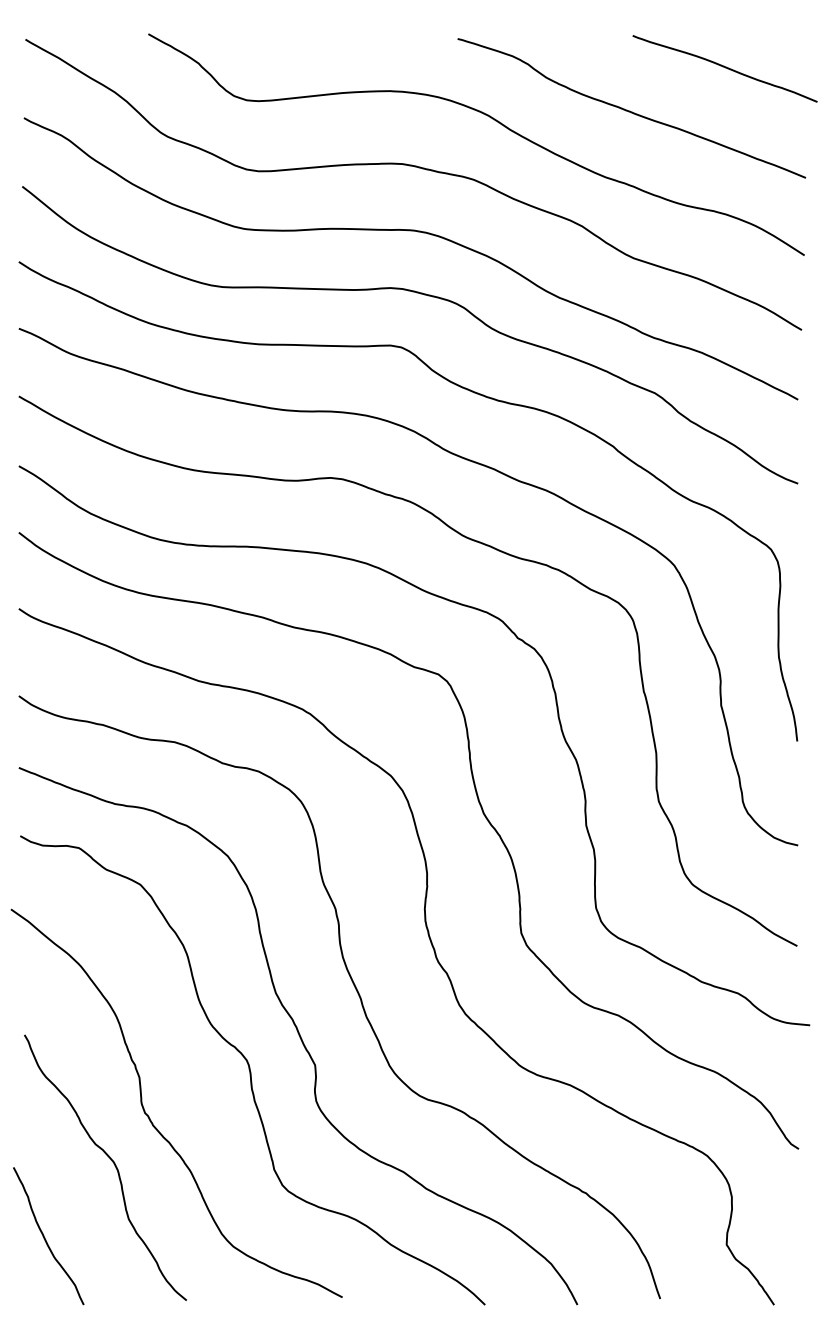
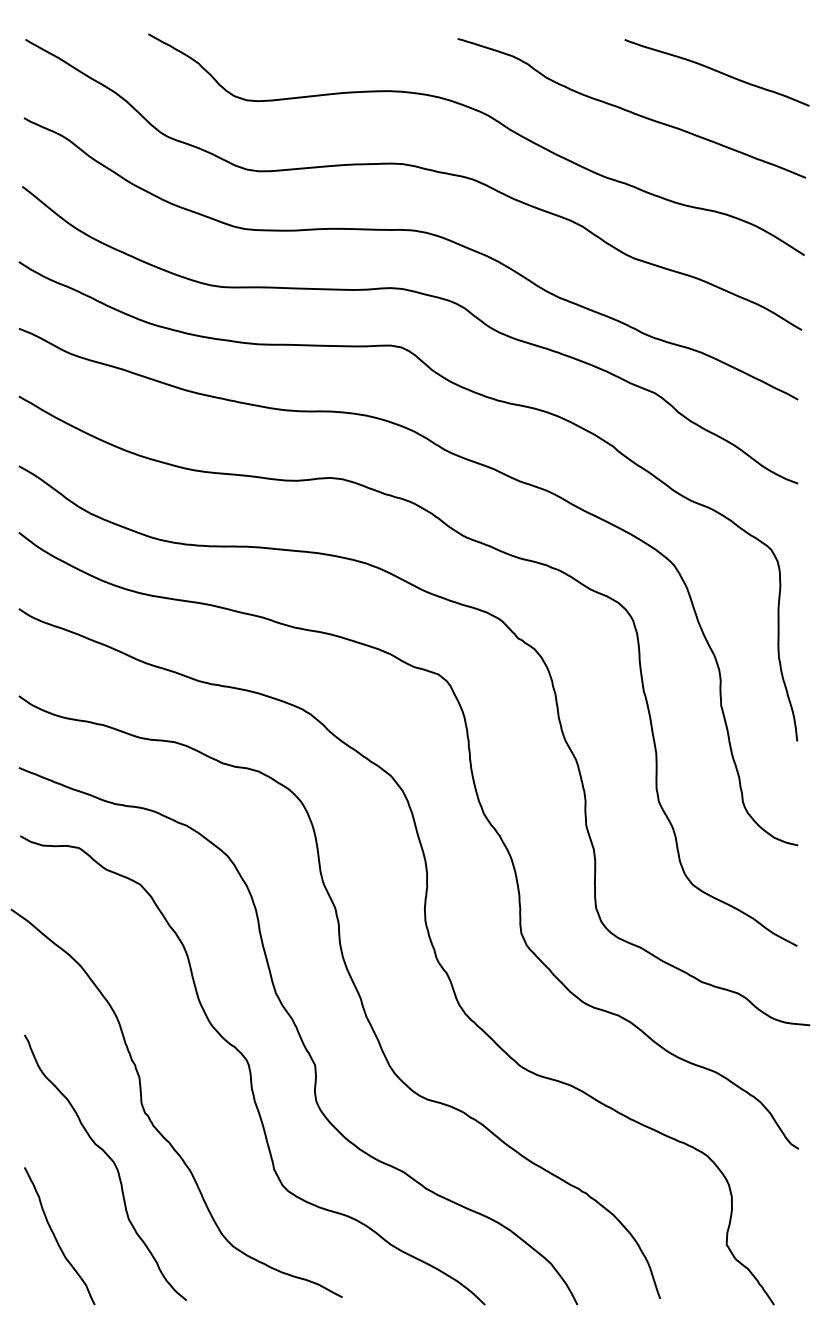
curve at (724, 67) position: (724, 67) -> (716, 71)
curve at (45, 1237) position: (45, 1237) -> (56, 1237)
